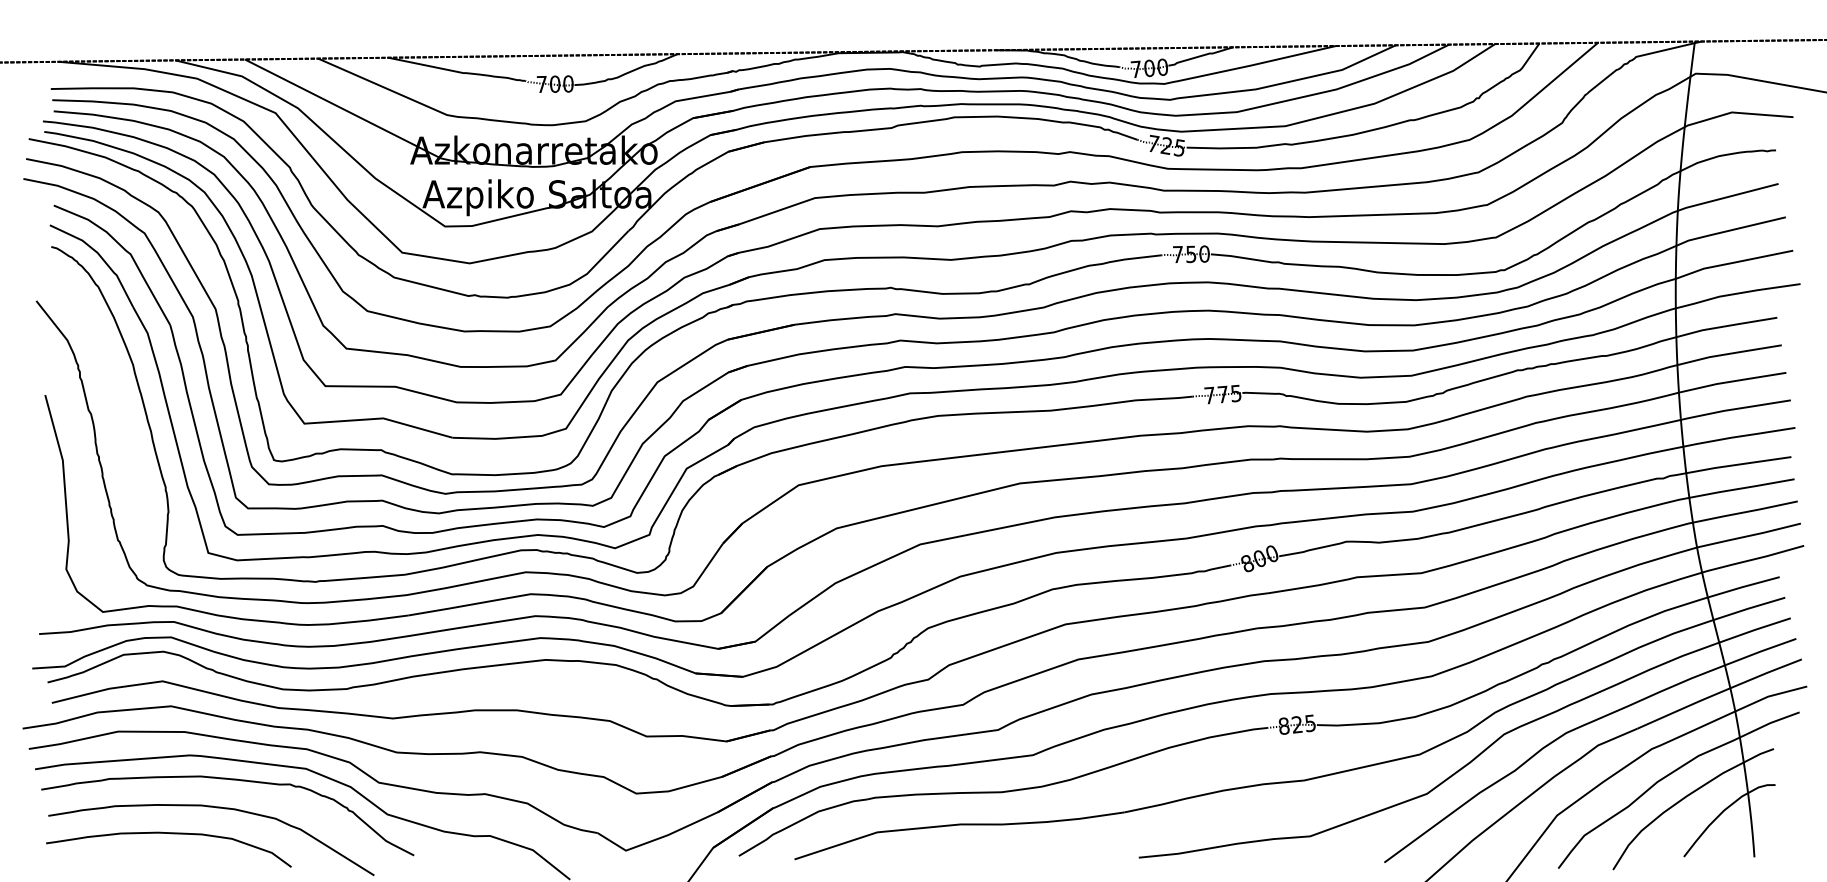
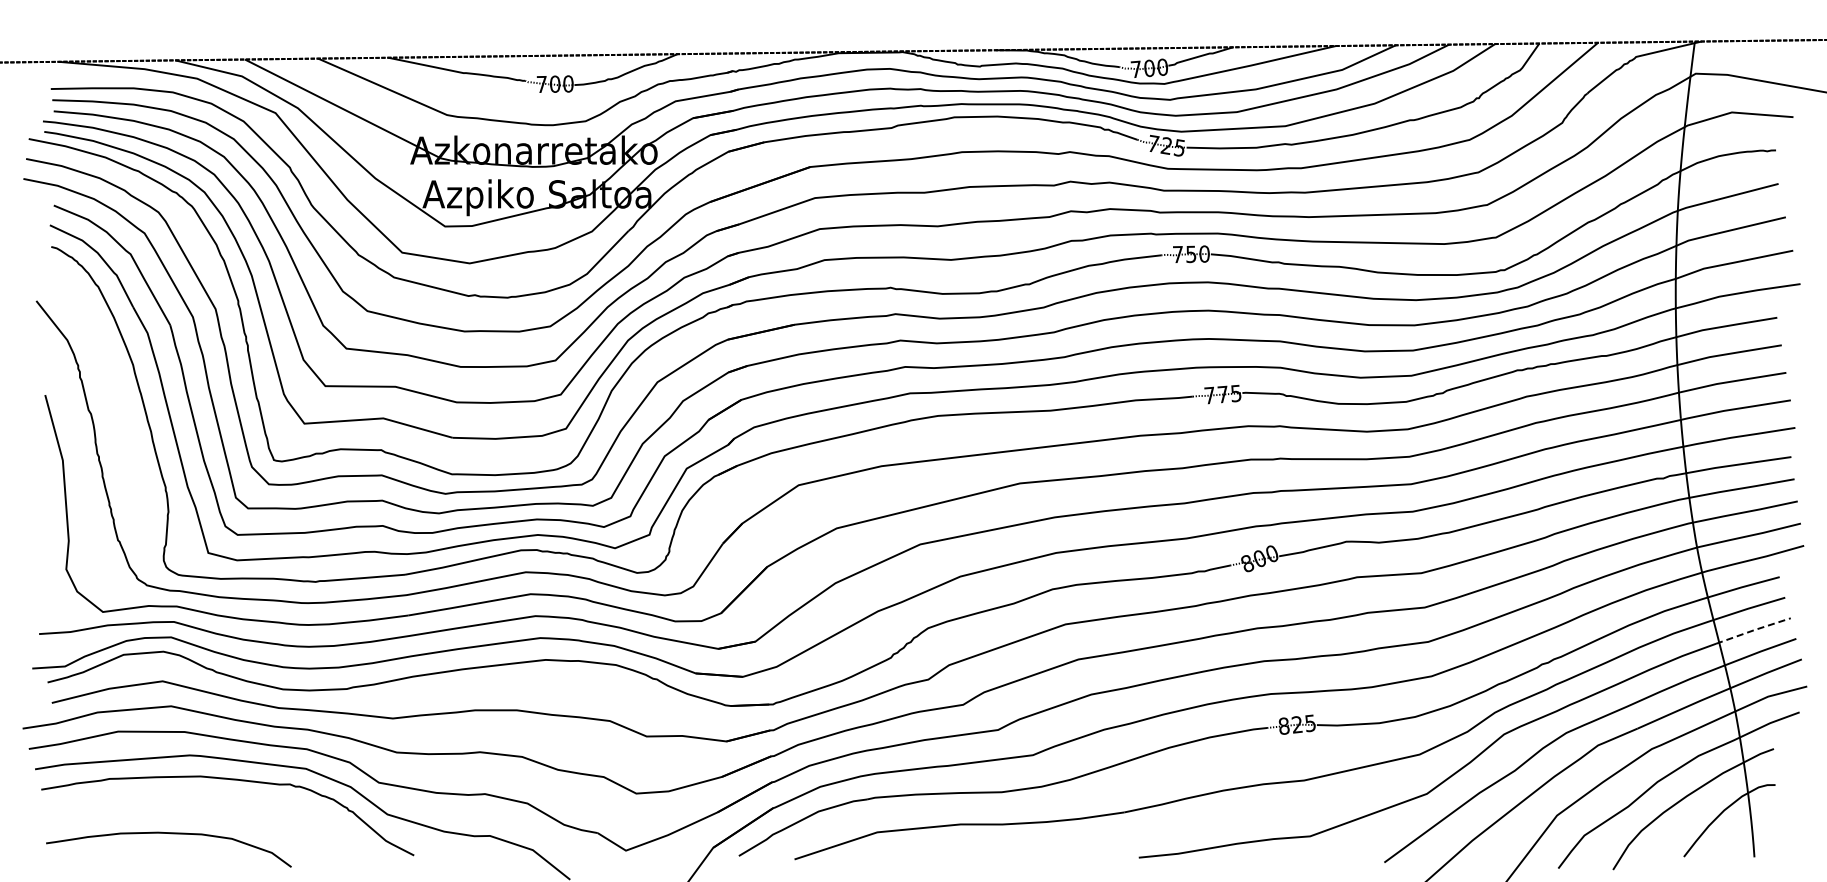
line at (1754, 630): solid -> dashed
curve at (216, 808): present -> none
